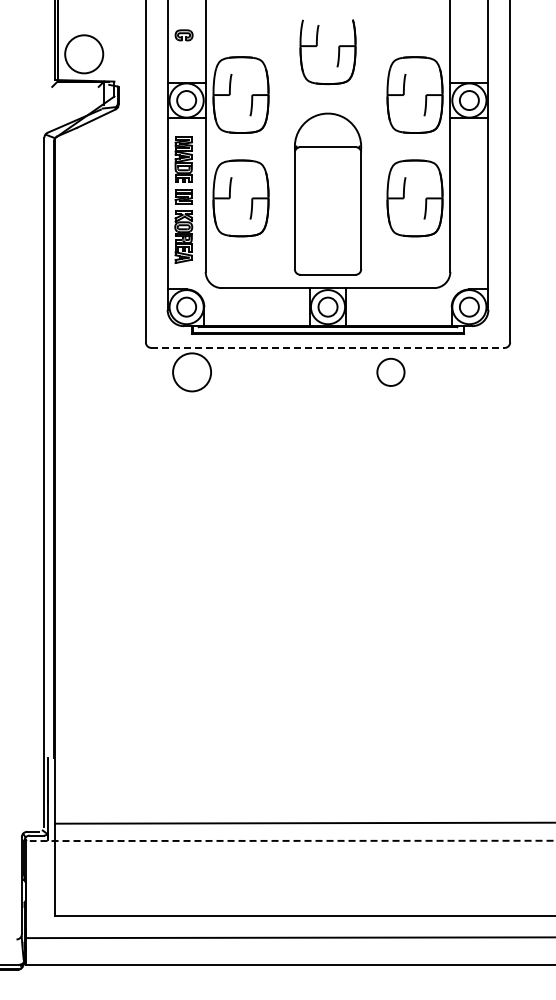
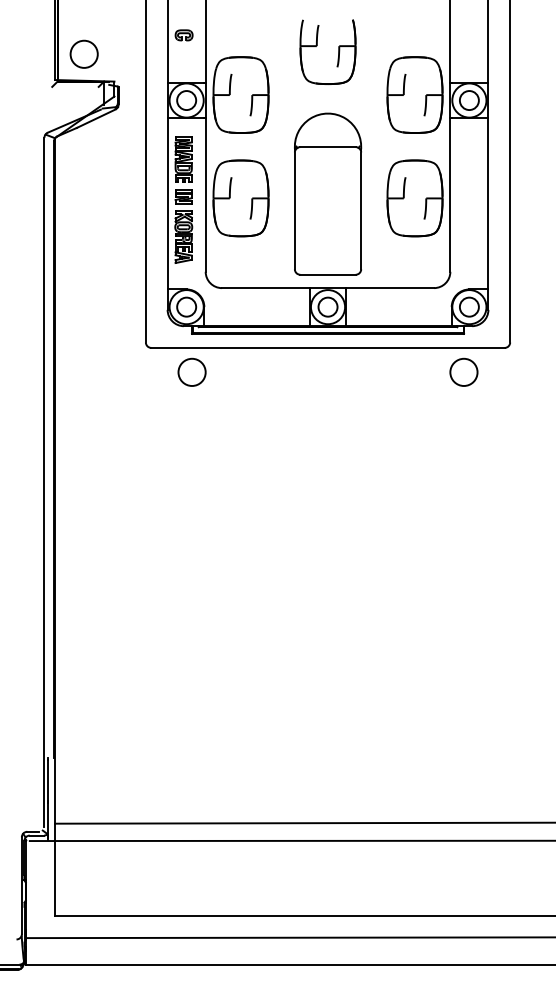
circle at (84, 54) diameter: 38 px -> 27 px
line at (328, 347): dashed -> solid
circle at (390, 371) position: (390, 371) -> (463, 371)
circle at (192, 372) diameter: 38 px -> 27 px
line at (292, 840): dashed -> solid
